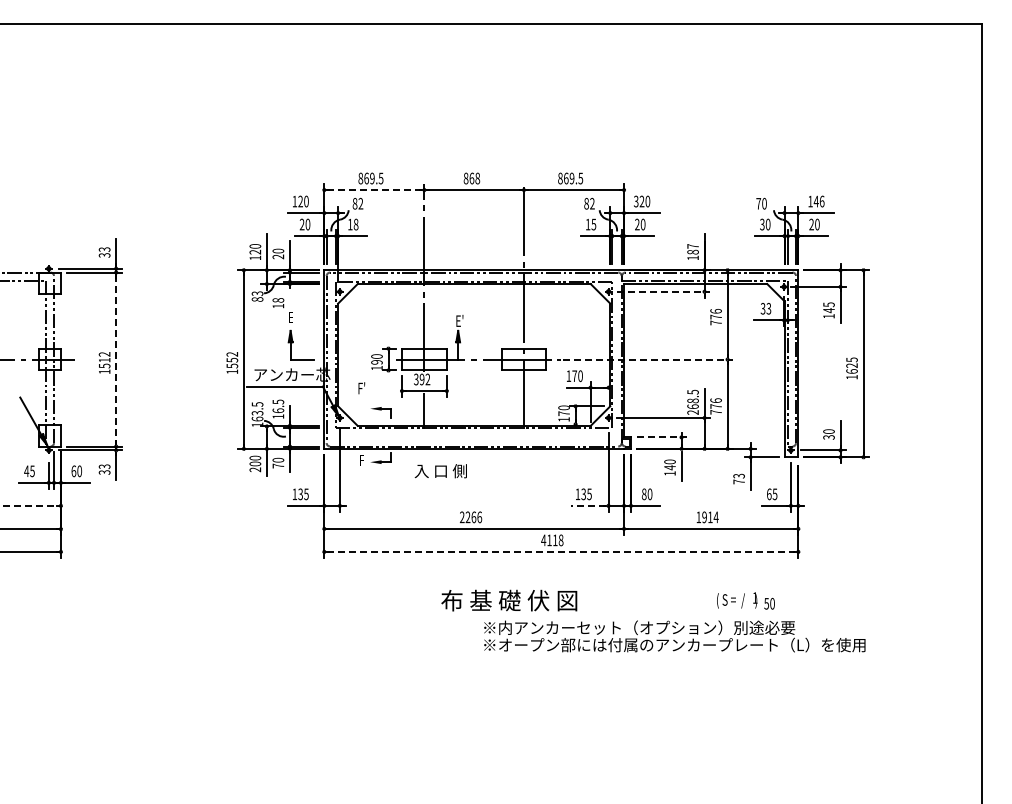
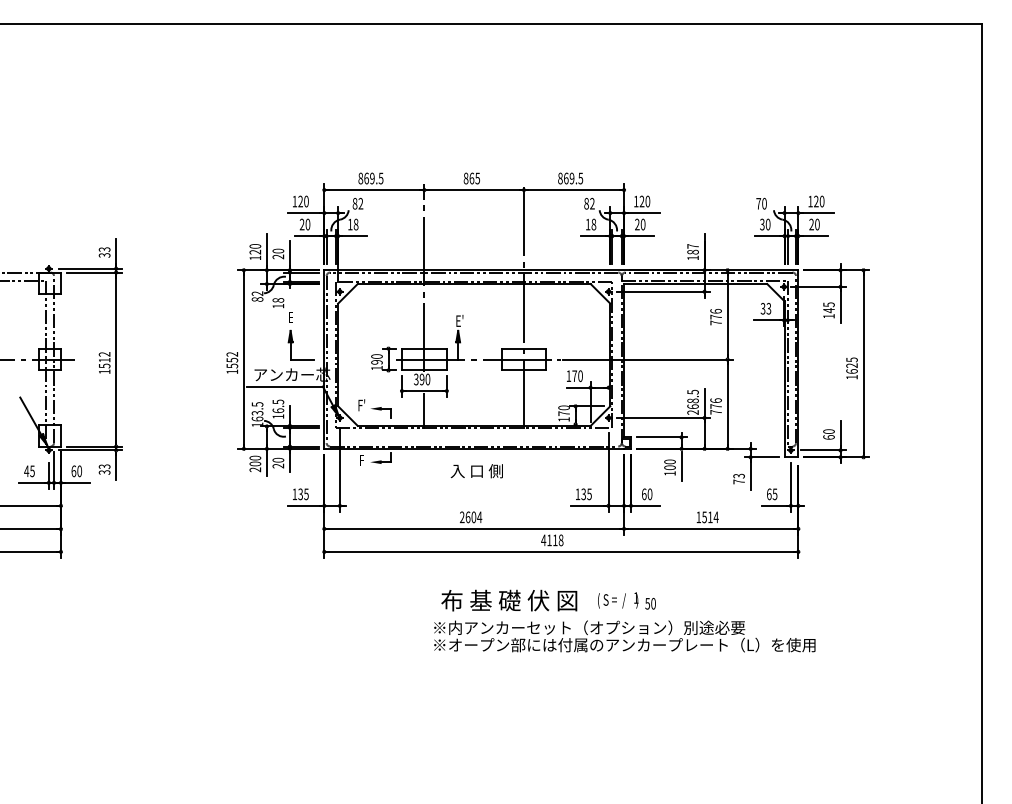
text at (477, 178): 868 -> 865
line at (374, 190): dashed -> solid
text at (636, 201): 320 -> 120
text at (818, 201): 146 -> 120
text at (593, 224): 15 -> 18
line at (663, 291): dashed -> solid
text at (257, 293): 83 -> 82
line at (648, 359): dashed -> solid
line at (116, 360): dashed -> solid
text at (427, 379): 392 -> 390
text at (361, 388) position: (361, 388) -> (361, 405)
line at (662, 437): dashed -> solid
text at (828, 437): 30 -> 60
text at (278, 465): 70 -> 20
text at (669, 467): 140 -> 100
text at (440, 471) position: (440, 471) -> (476, 471)
text at (643, 493): 80 -> 60
line at (29, 505): dashed -> solid
line at (588, 505): dashed -> solid
text at (704, 516): 1914 -> 1514
text at (473, 517): 2266 -> 2604
line at (561, 551): dashed -> solid
text at (745, 600) position: (745, 600) -> (626, 600)
text at (674, 636) position: (674, 636) -> (624, 636)
